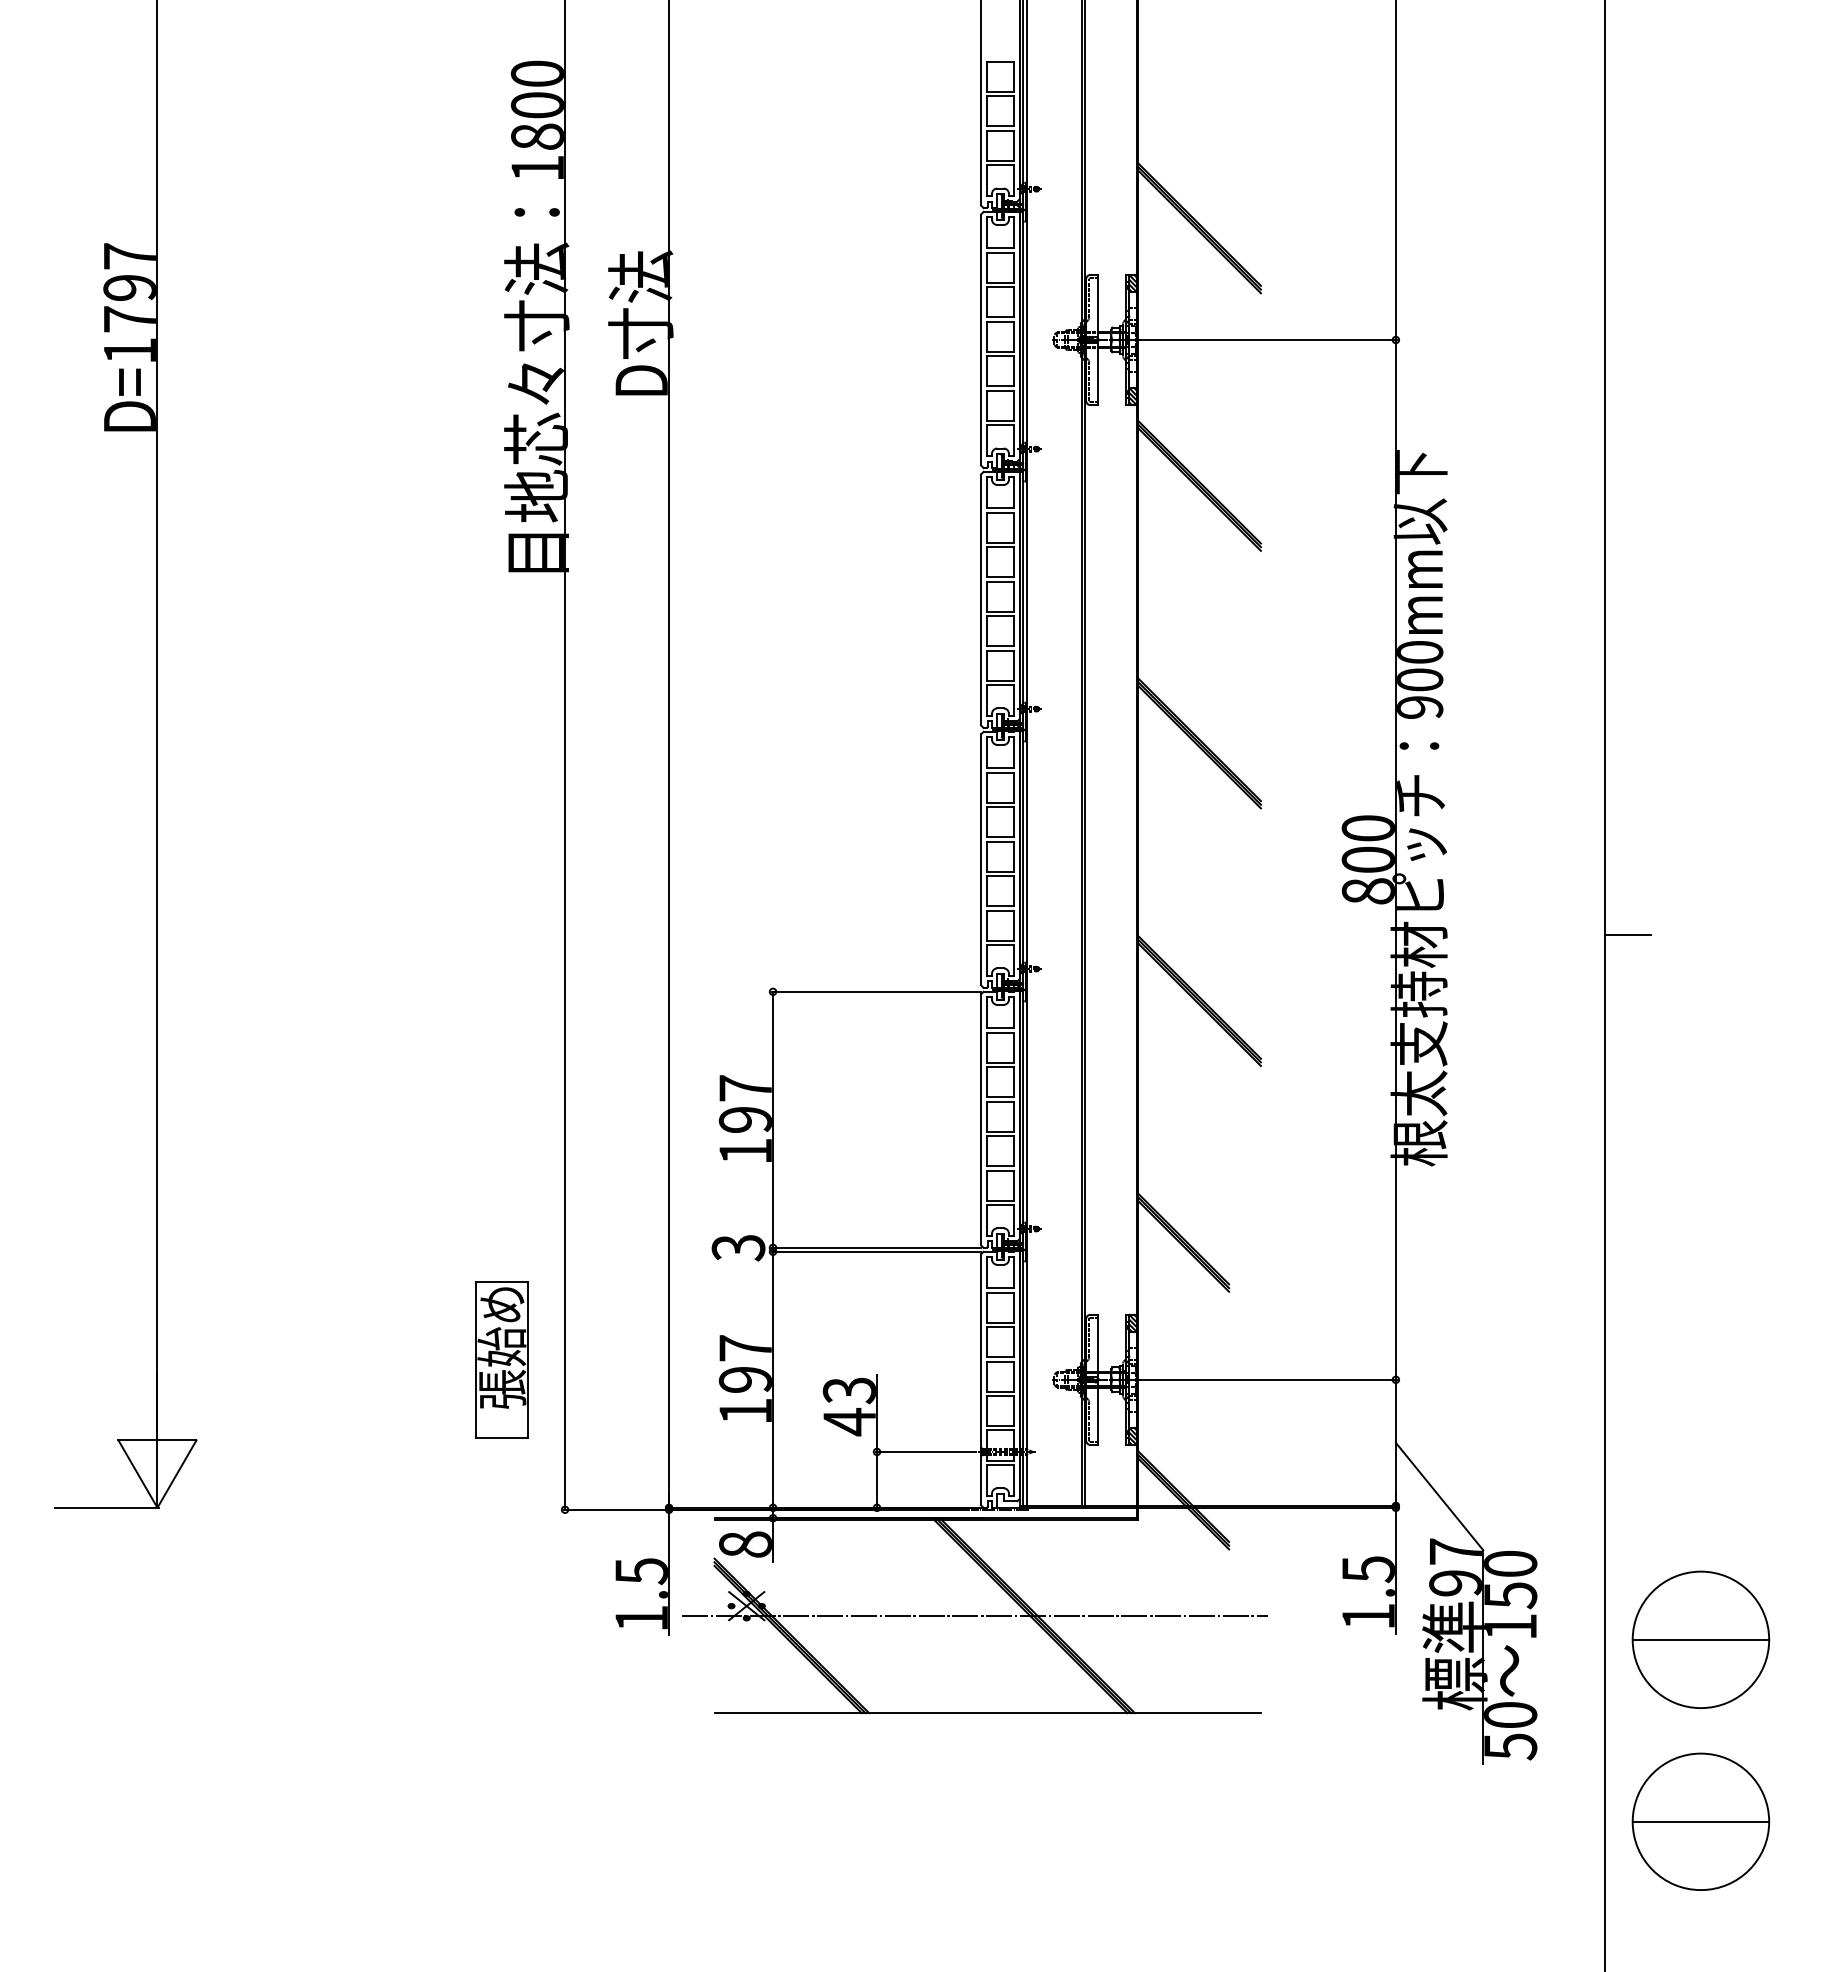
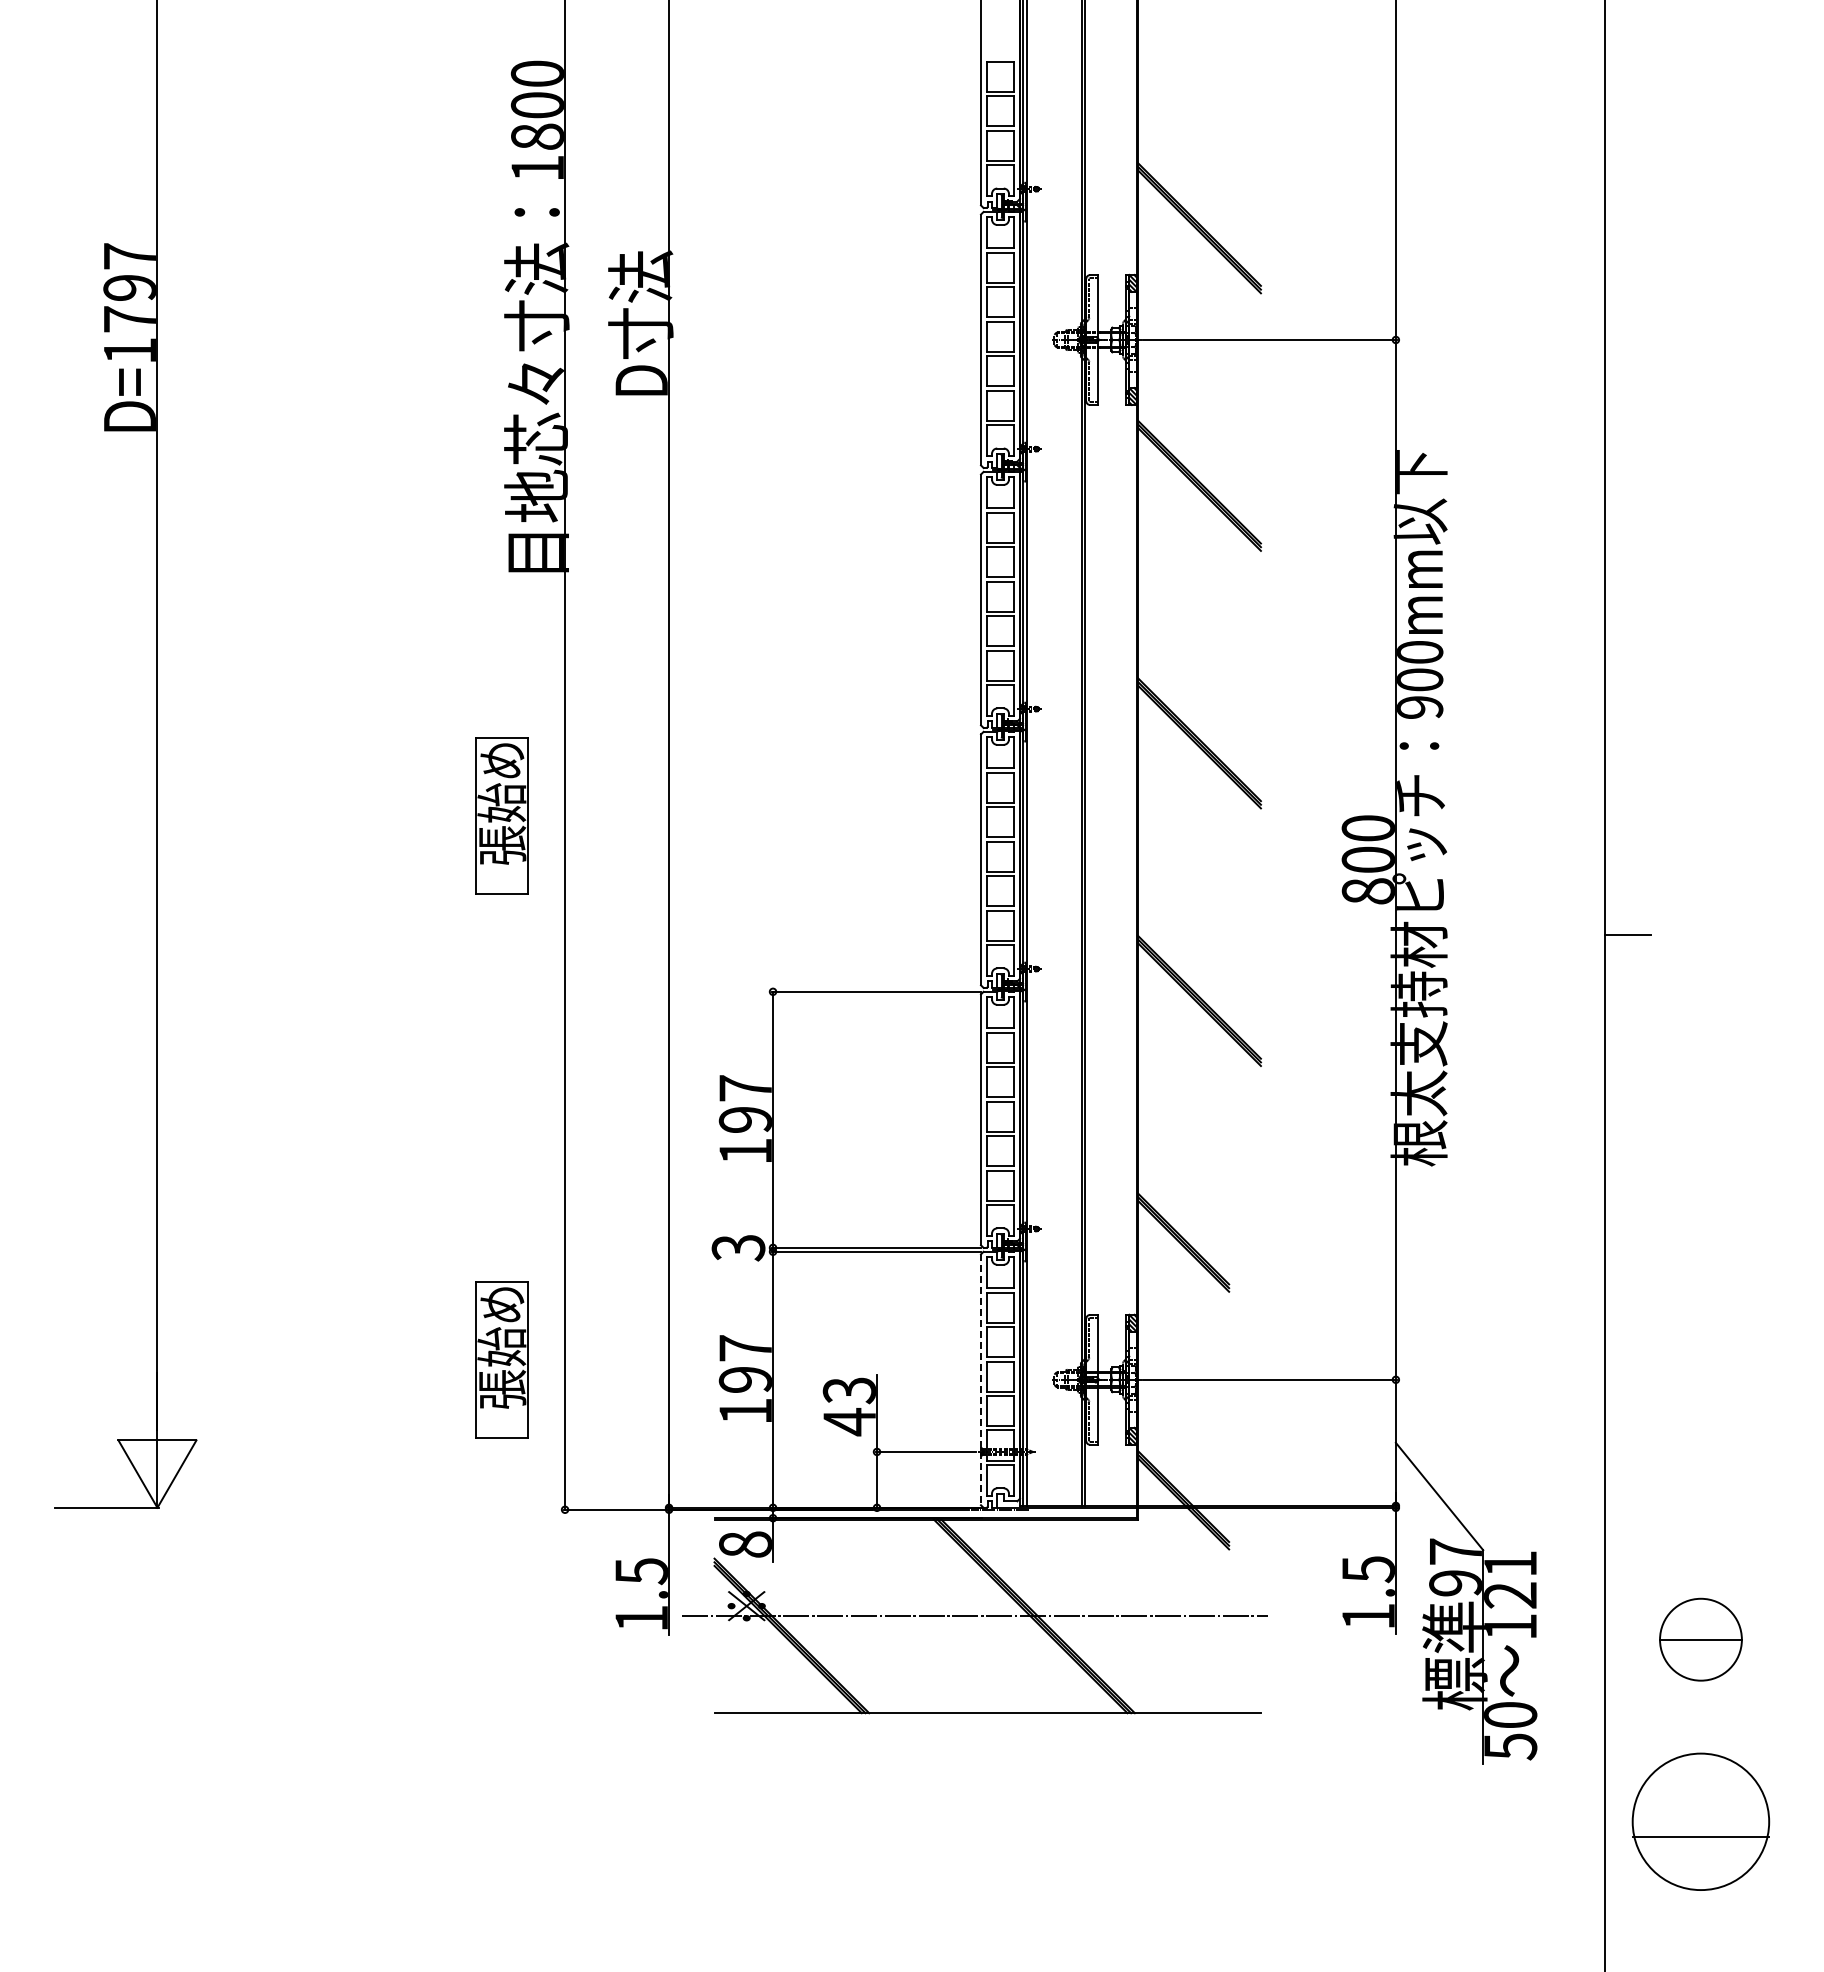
part at (501, 815): none -> present
line at (981, 1380): solid -> dashed
text at (1510, 1580): 150 -> 121
part at (1700, 1639) size: 140x139 px -> 84x85 px
line at (1700, 1821) position: (1700, 1821) -> (1700, 1836)
